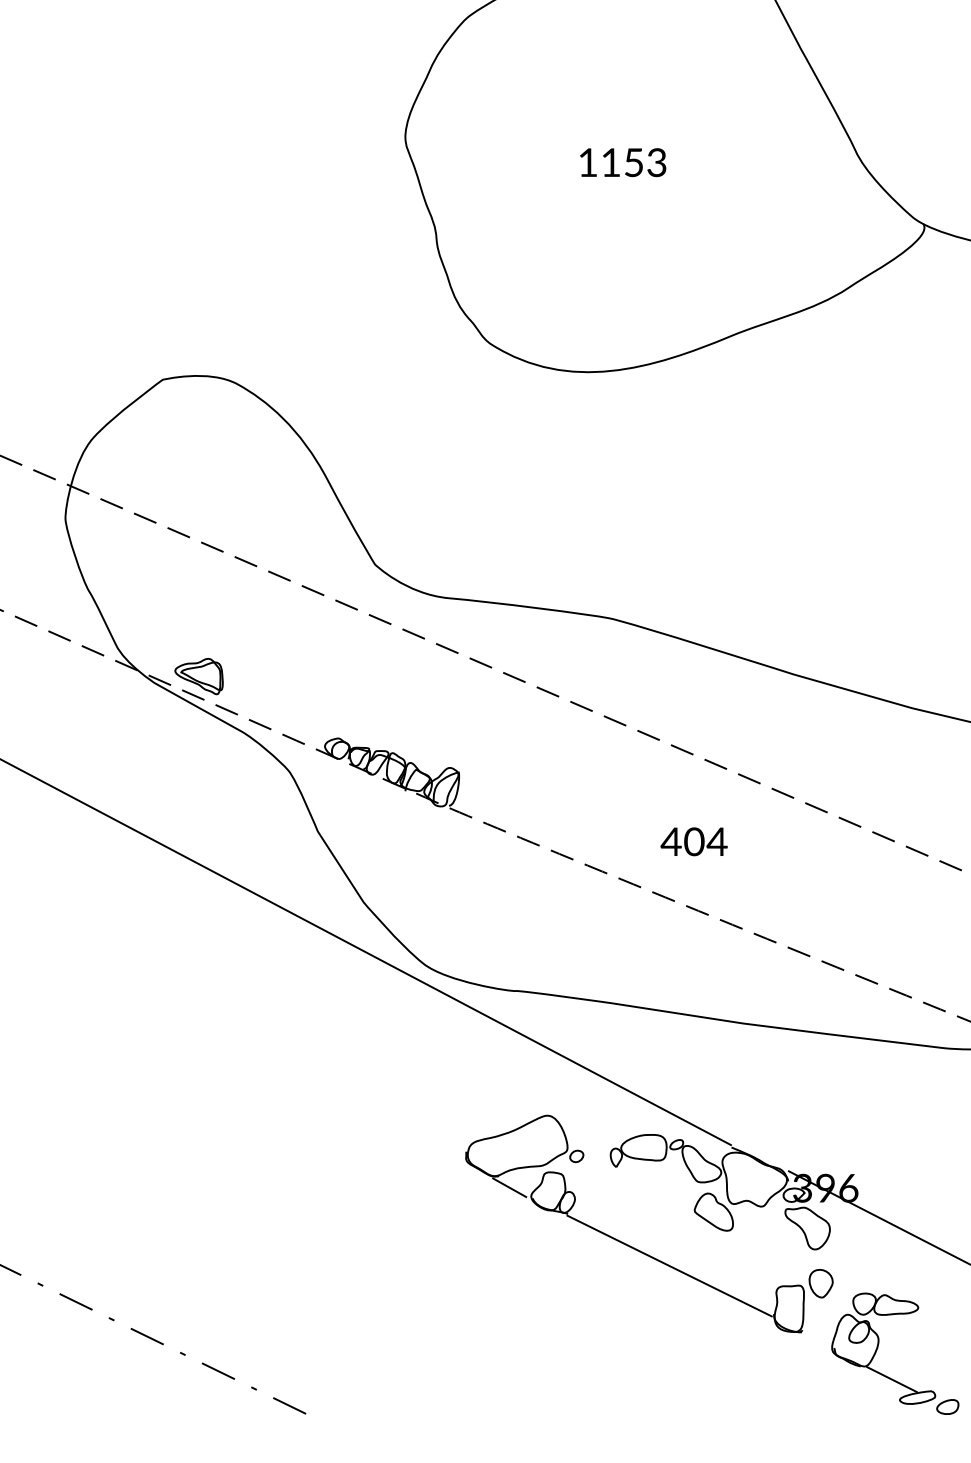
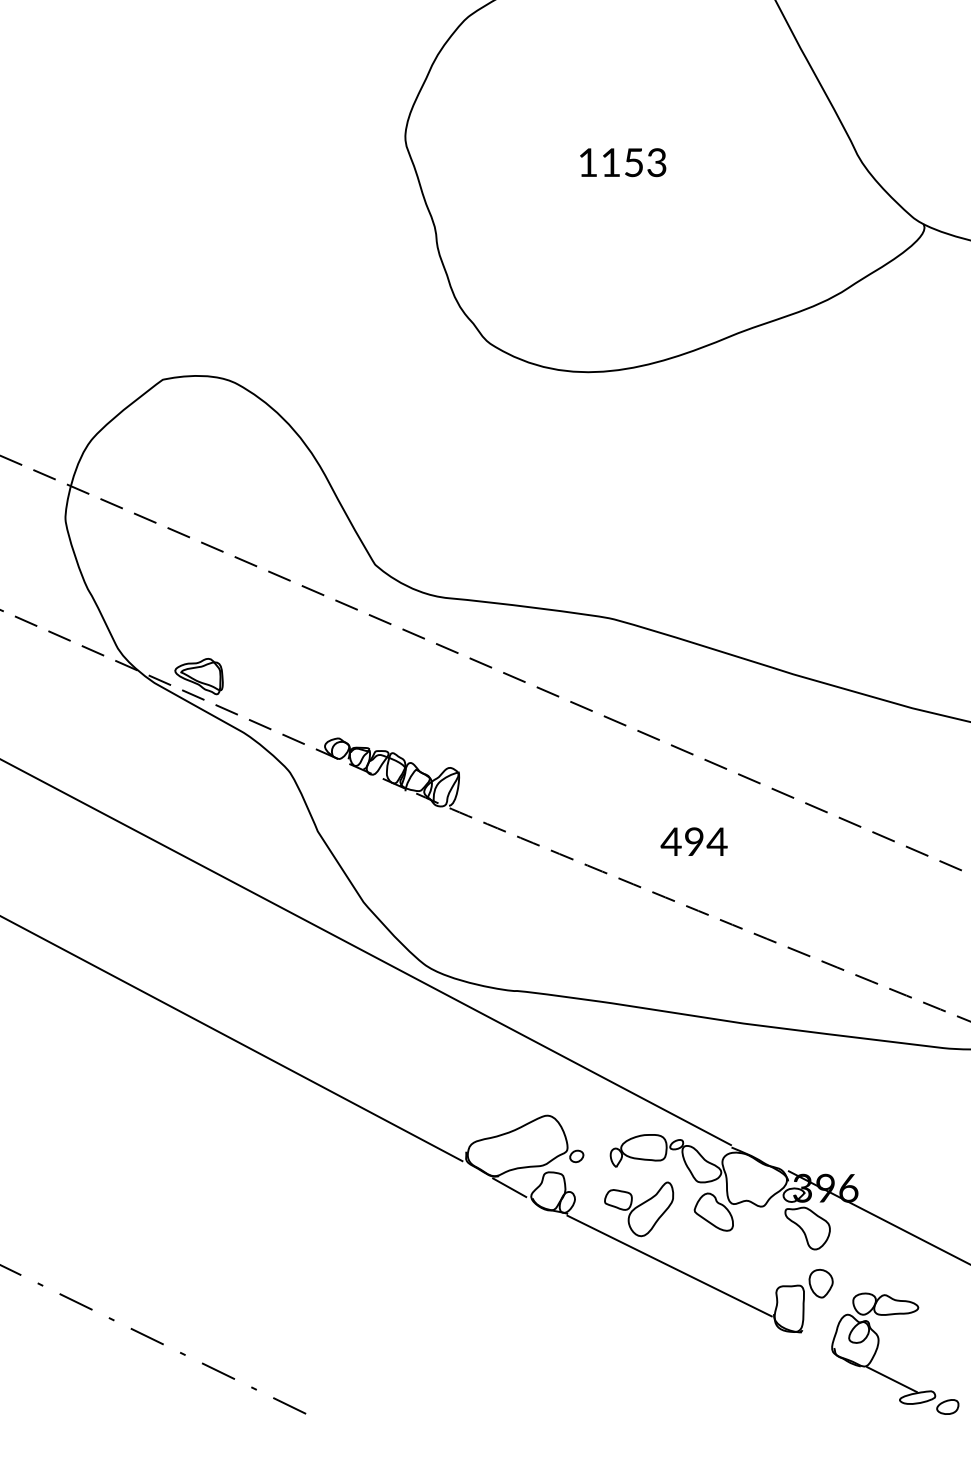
text at (694, 842): 404 -> 494
line at (232, 1039): none -> present
part at (639, 1209): none -> present
